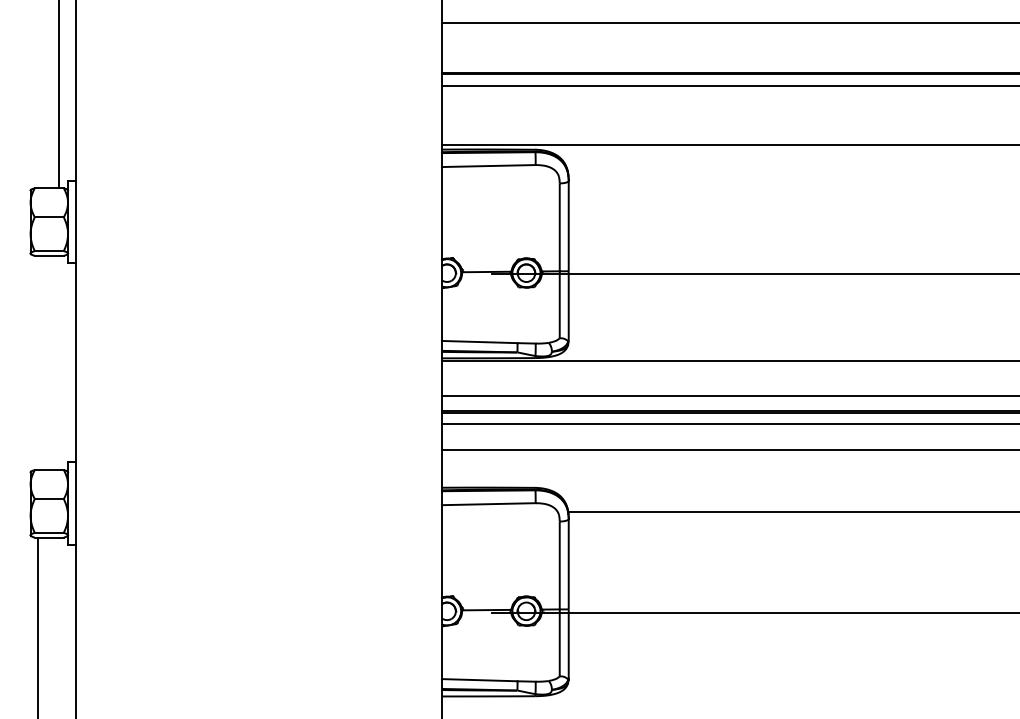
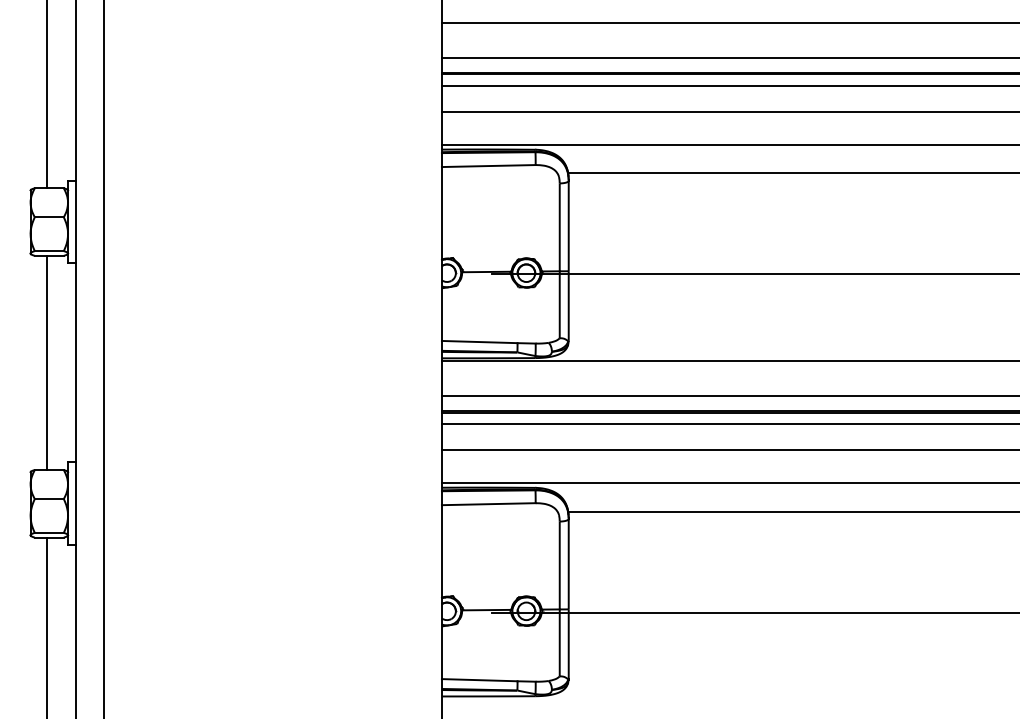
line at (728, 57): none -> present
line at (59, 95) position: (59, 95) -> (47, 95)
line at (728, 111): none -> present
line at (791, 173): none -> present
line at (103, 358): none -> present
line at (47, 362): none -> present
line at (728, 483): none -> present
line at (38, 626) position: (38, 626) -> (47, 626)
